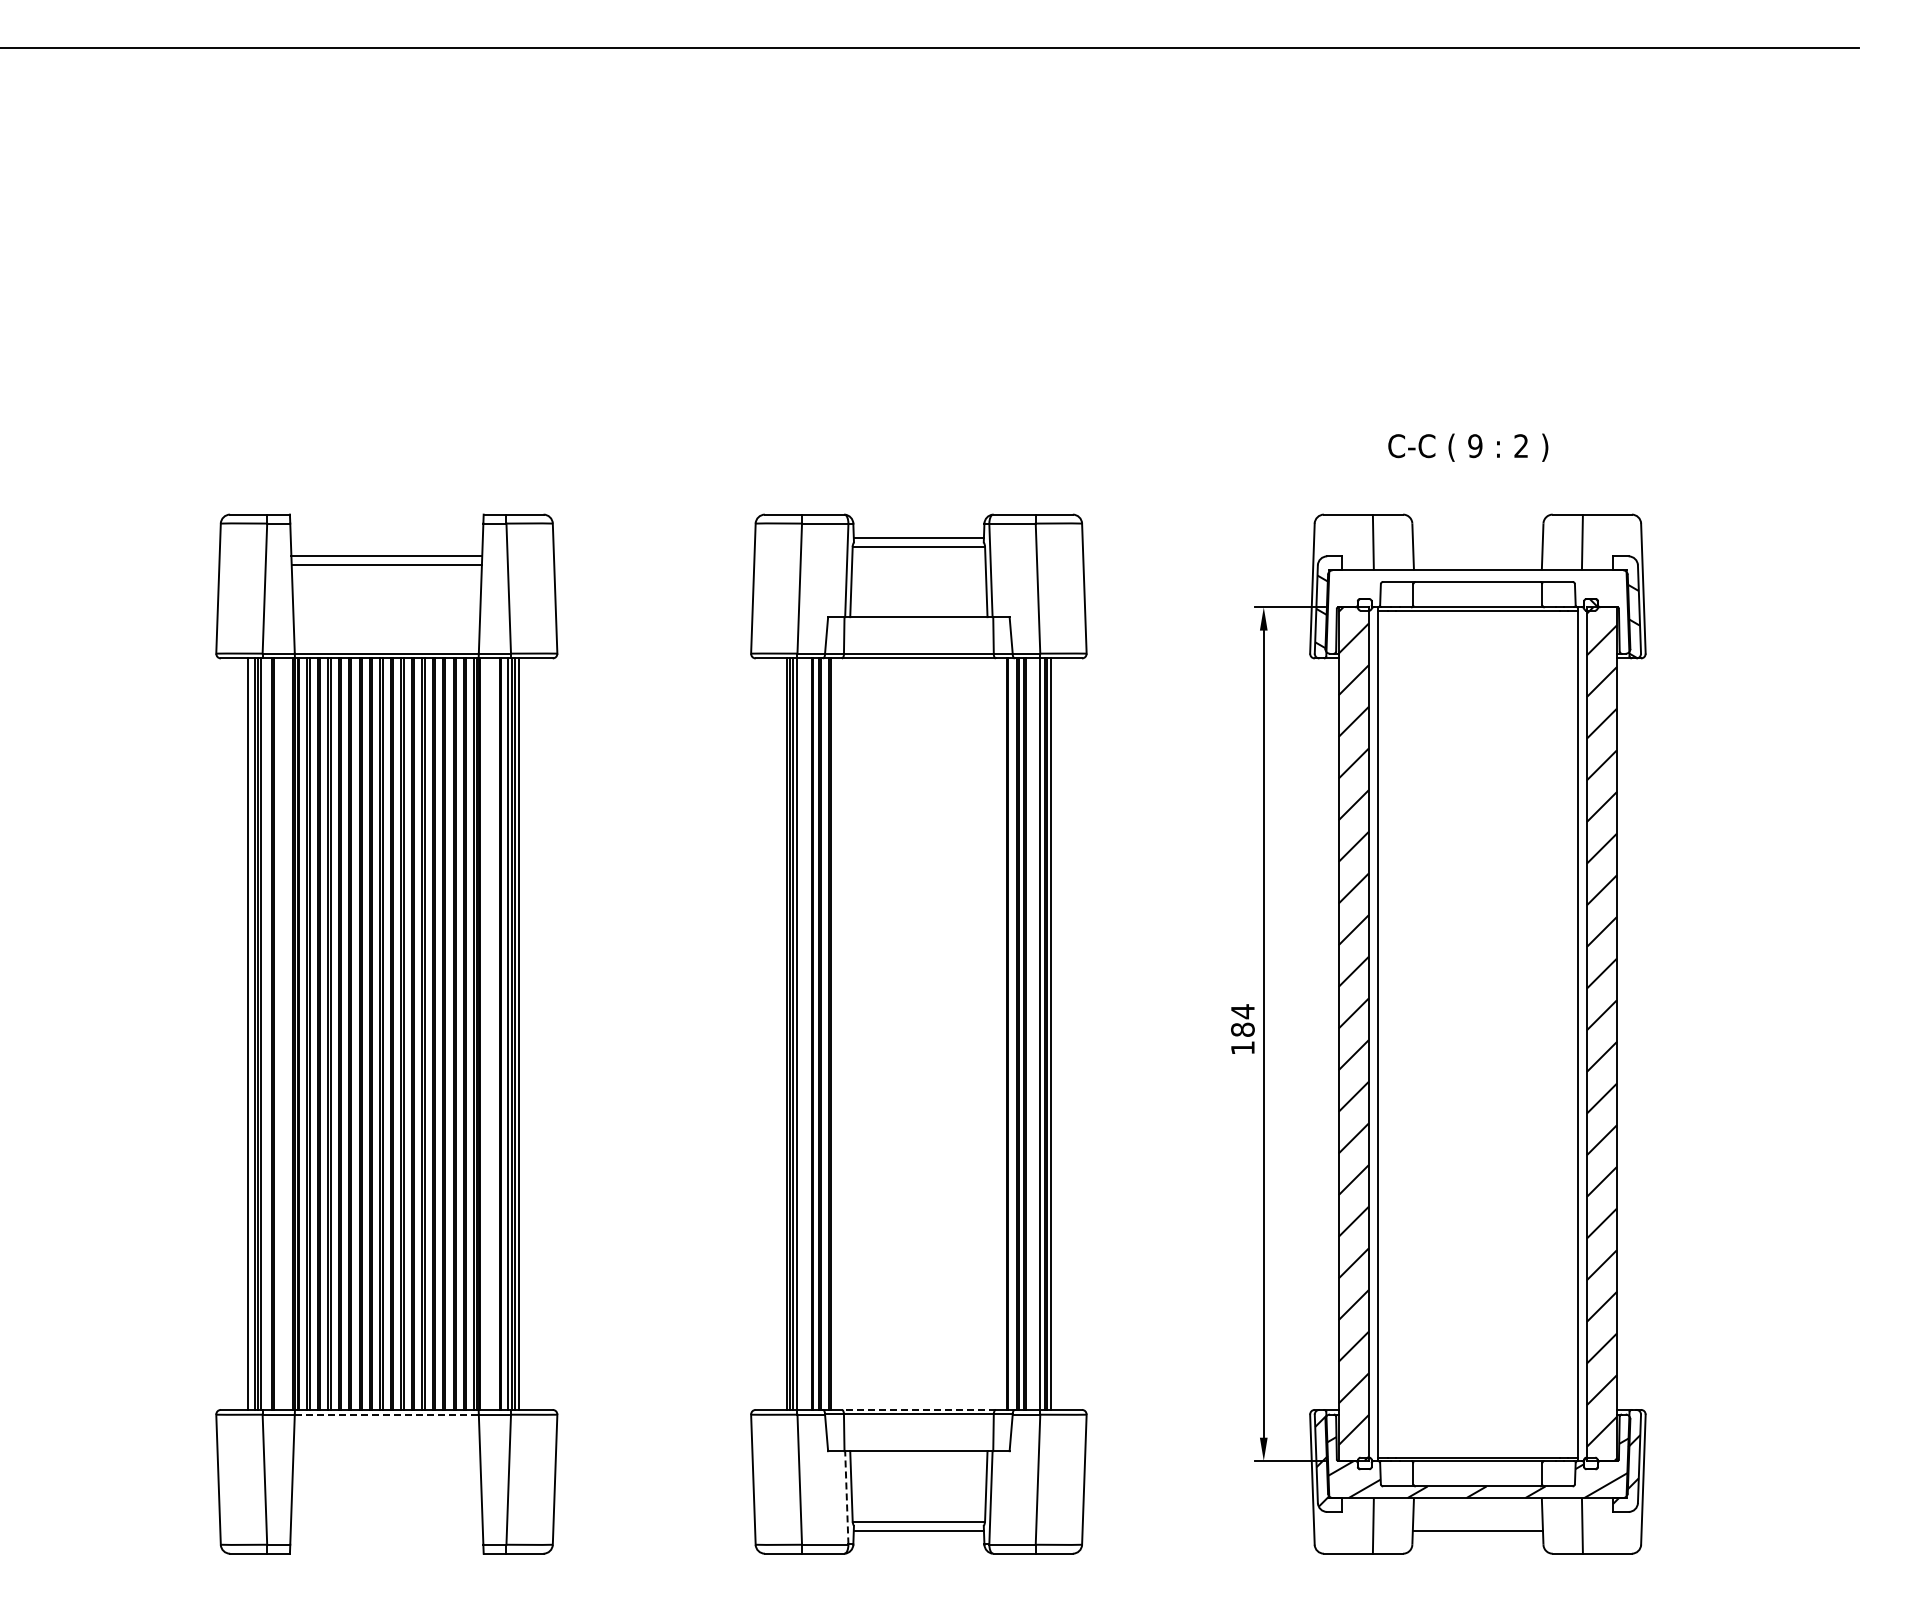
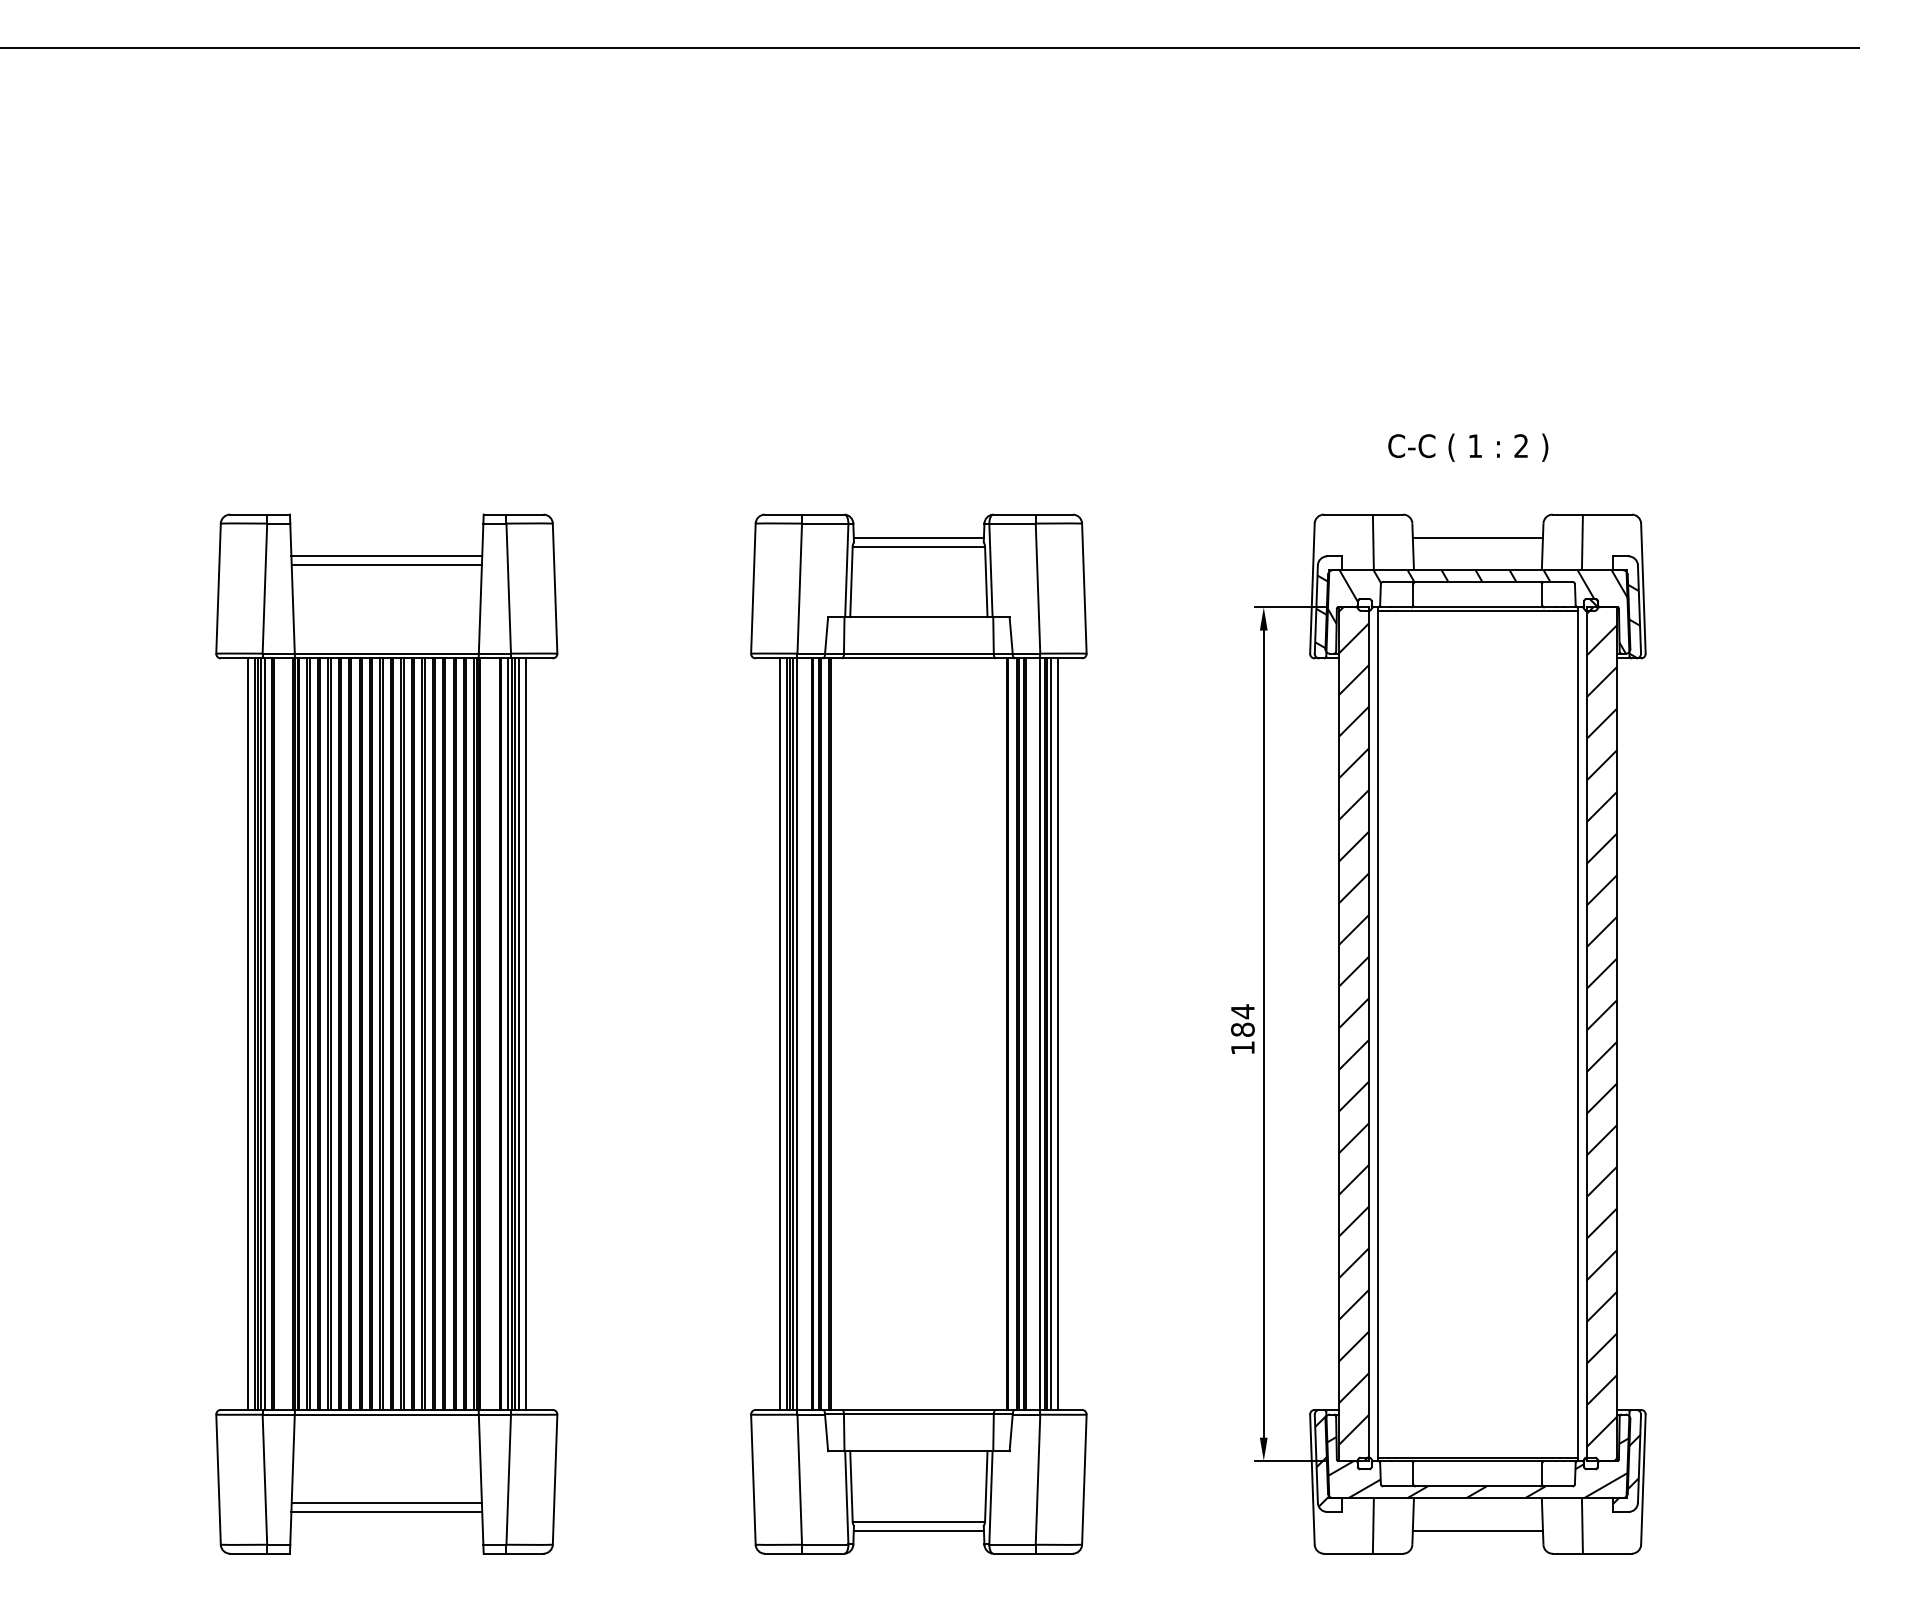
text at (1475, 446): 9 -> 1
line at (1477, 537): none -> present
hatch at (1477, 611): none -> present
line at (265, 1033): none -> present
line at (525, 1033): none -> present
line at (779, 1033): none -> present
line at (1058, 1033): none -> present
line at (918, 1409): dashed -> solid
line at (387, 1414): dashed -> solid
line at (846, 1497): dashed -> solid
line at (386, 1503): none -> present
line at (386, 1511): none -> present
